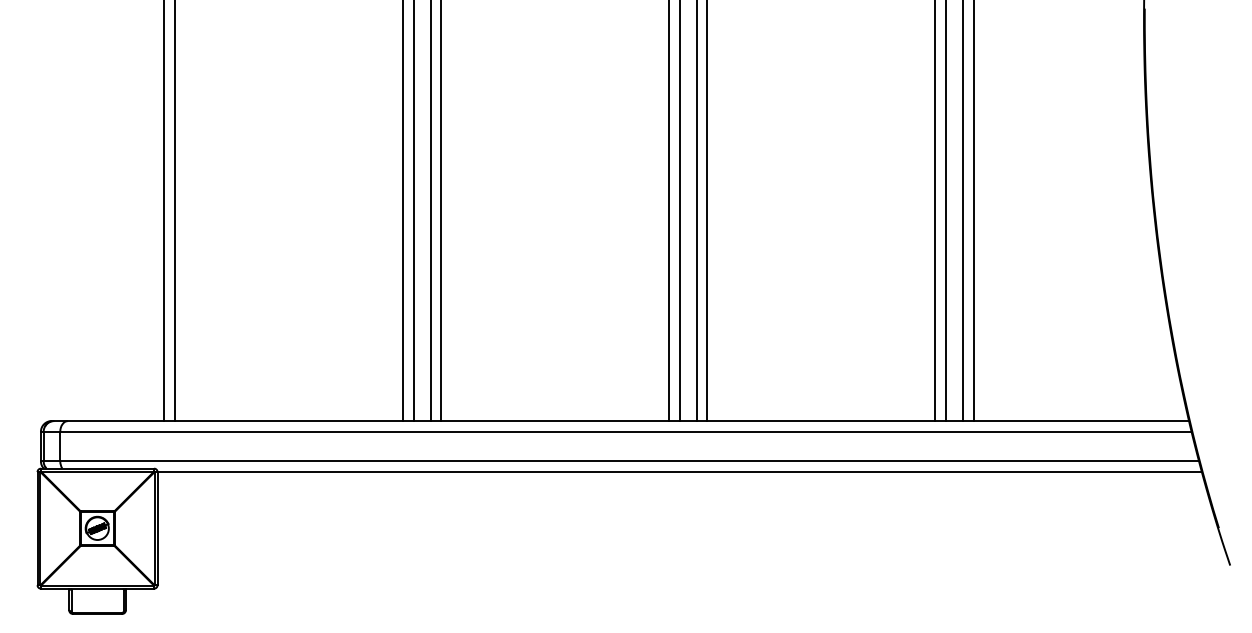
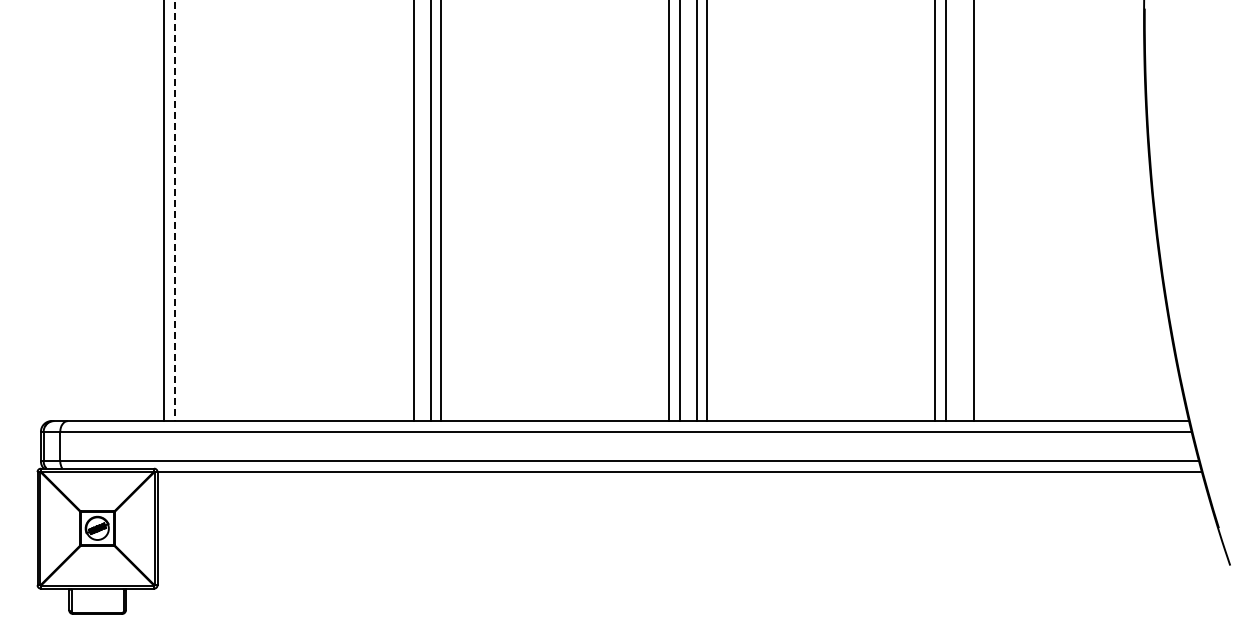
line at (175, 211): solid -> dashed
line at (402, 211): present -> none
line at (962, 211): present -> none
